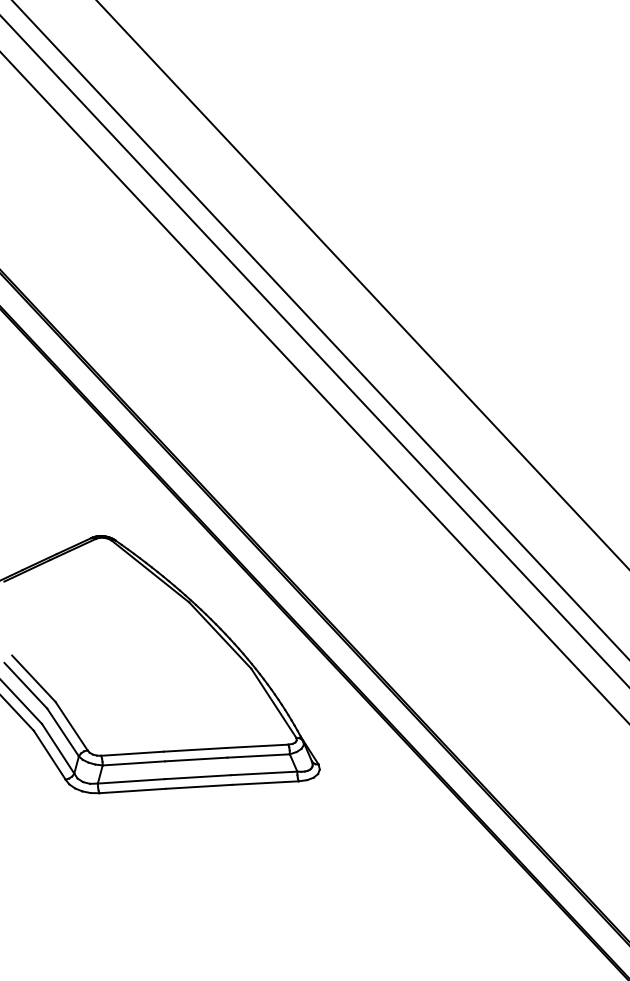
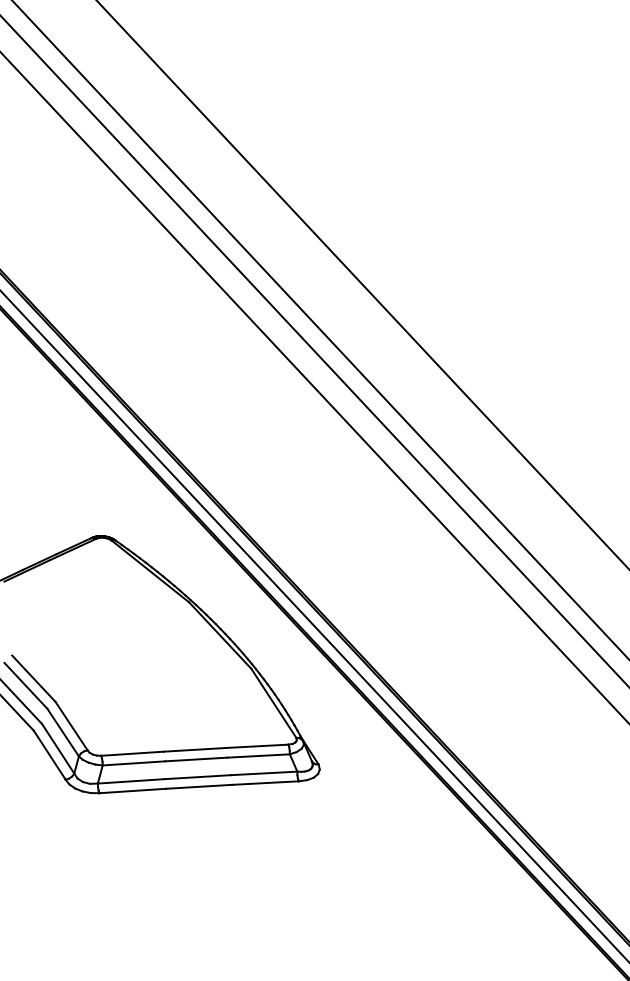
line at (314, 625): none -> present
